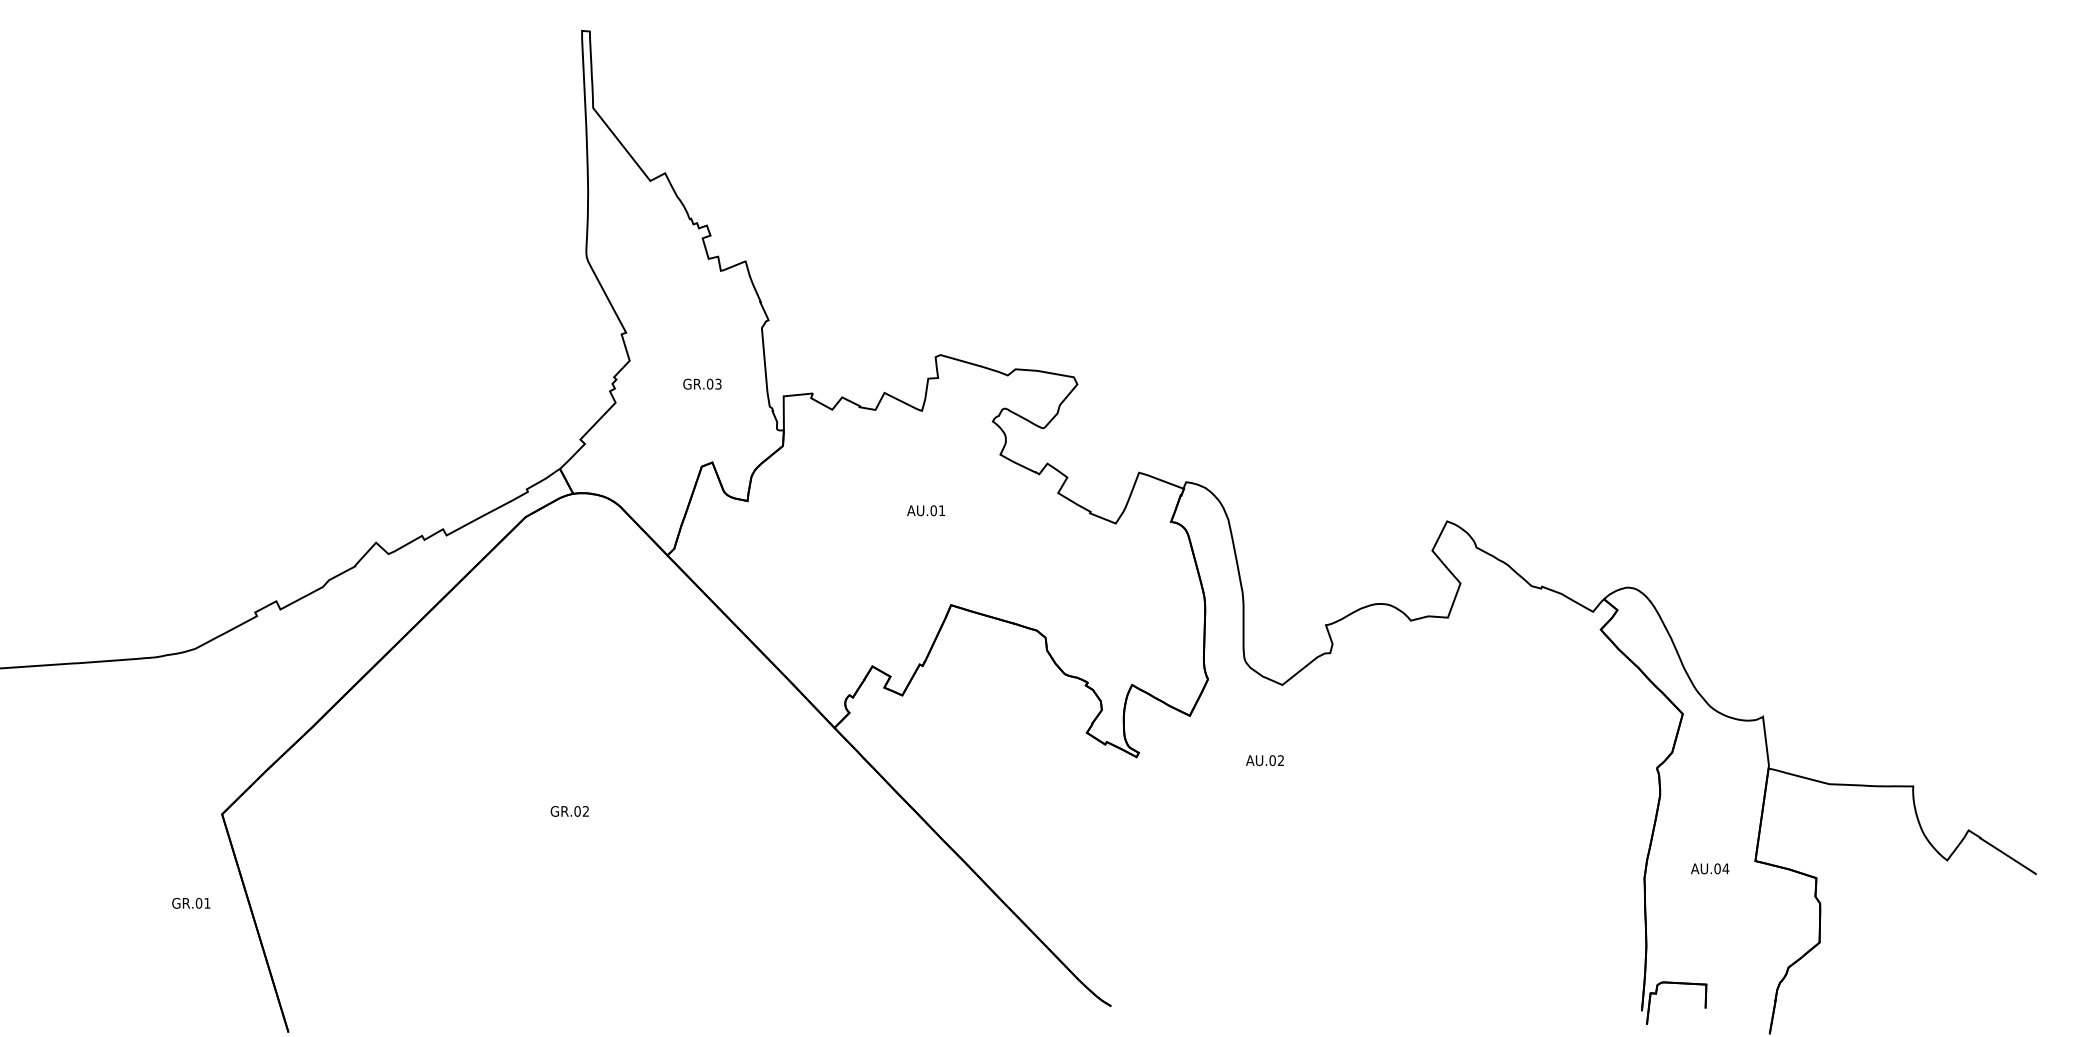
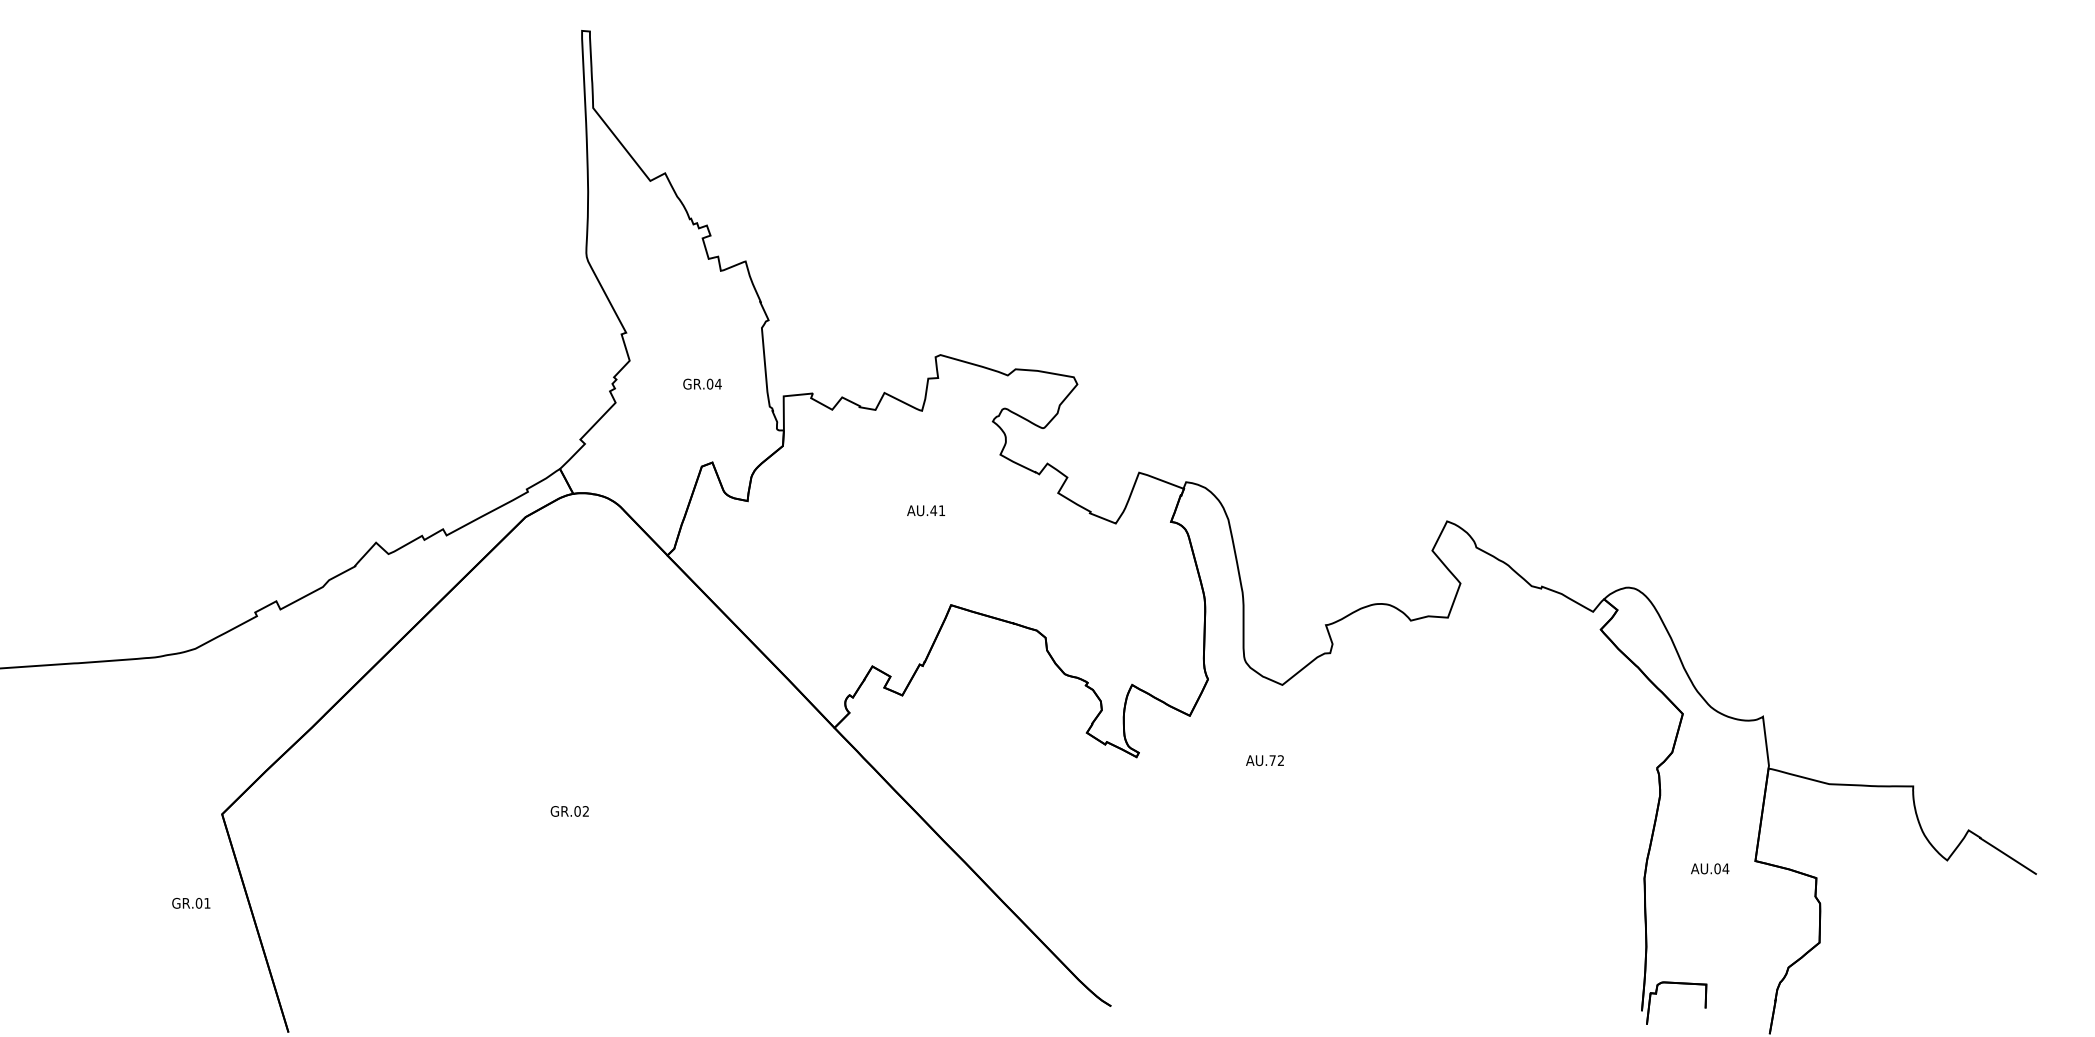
text at (718, 383): GR.03 -> GR.04
text at (933, 510): AU.01 -> AU.41
text at (1272, 760): AU.02 -> AU.72
